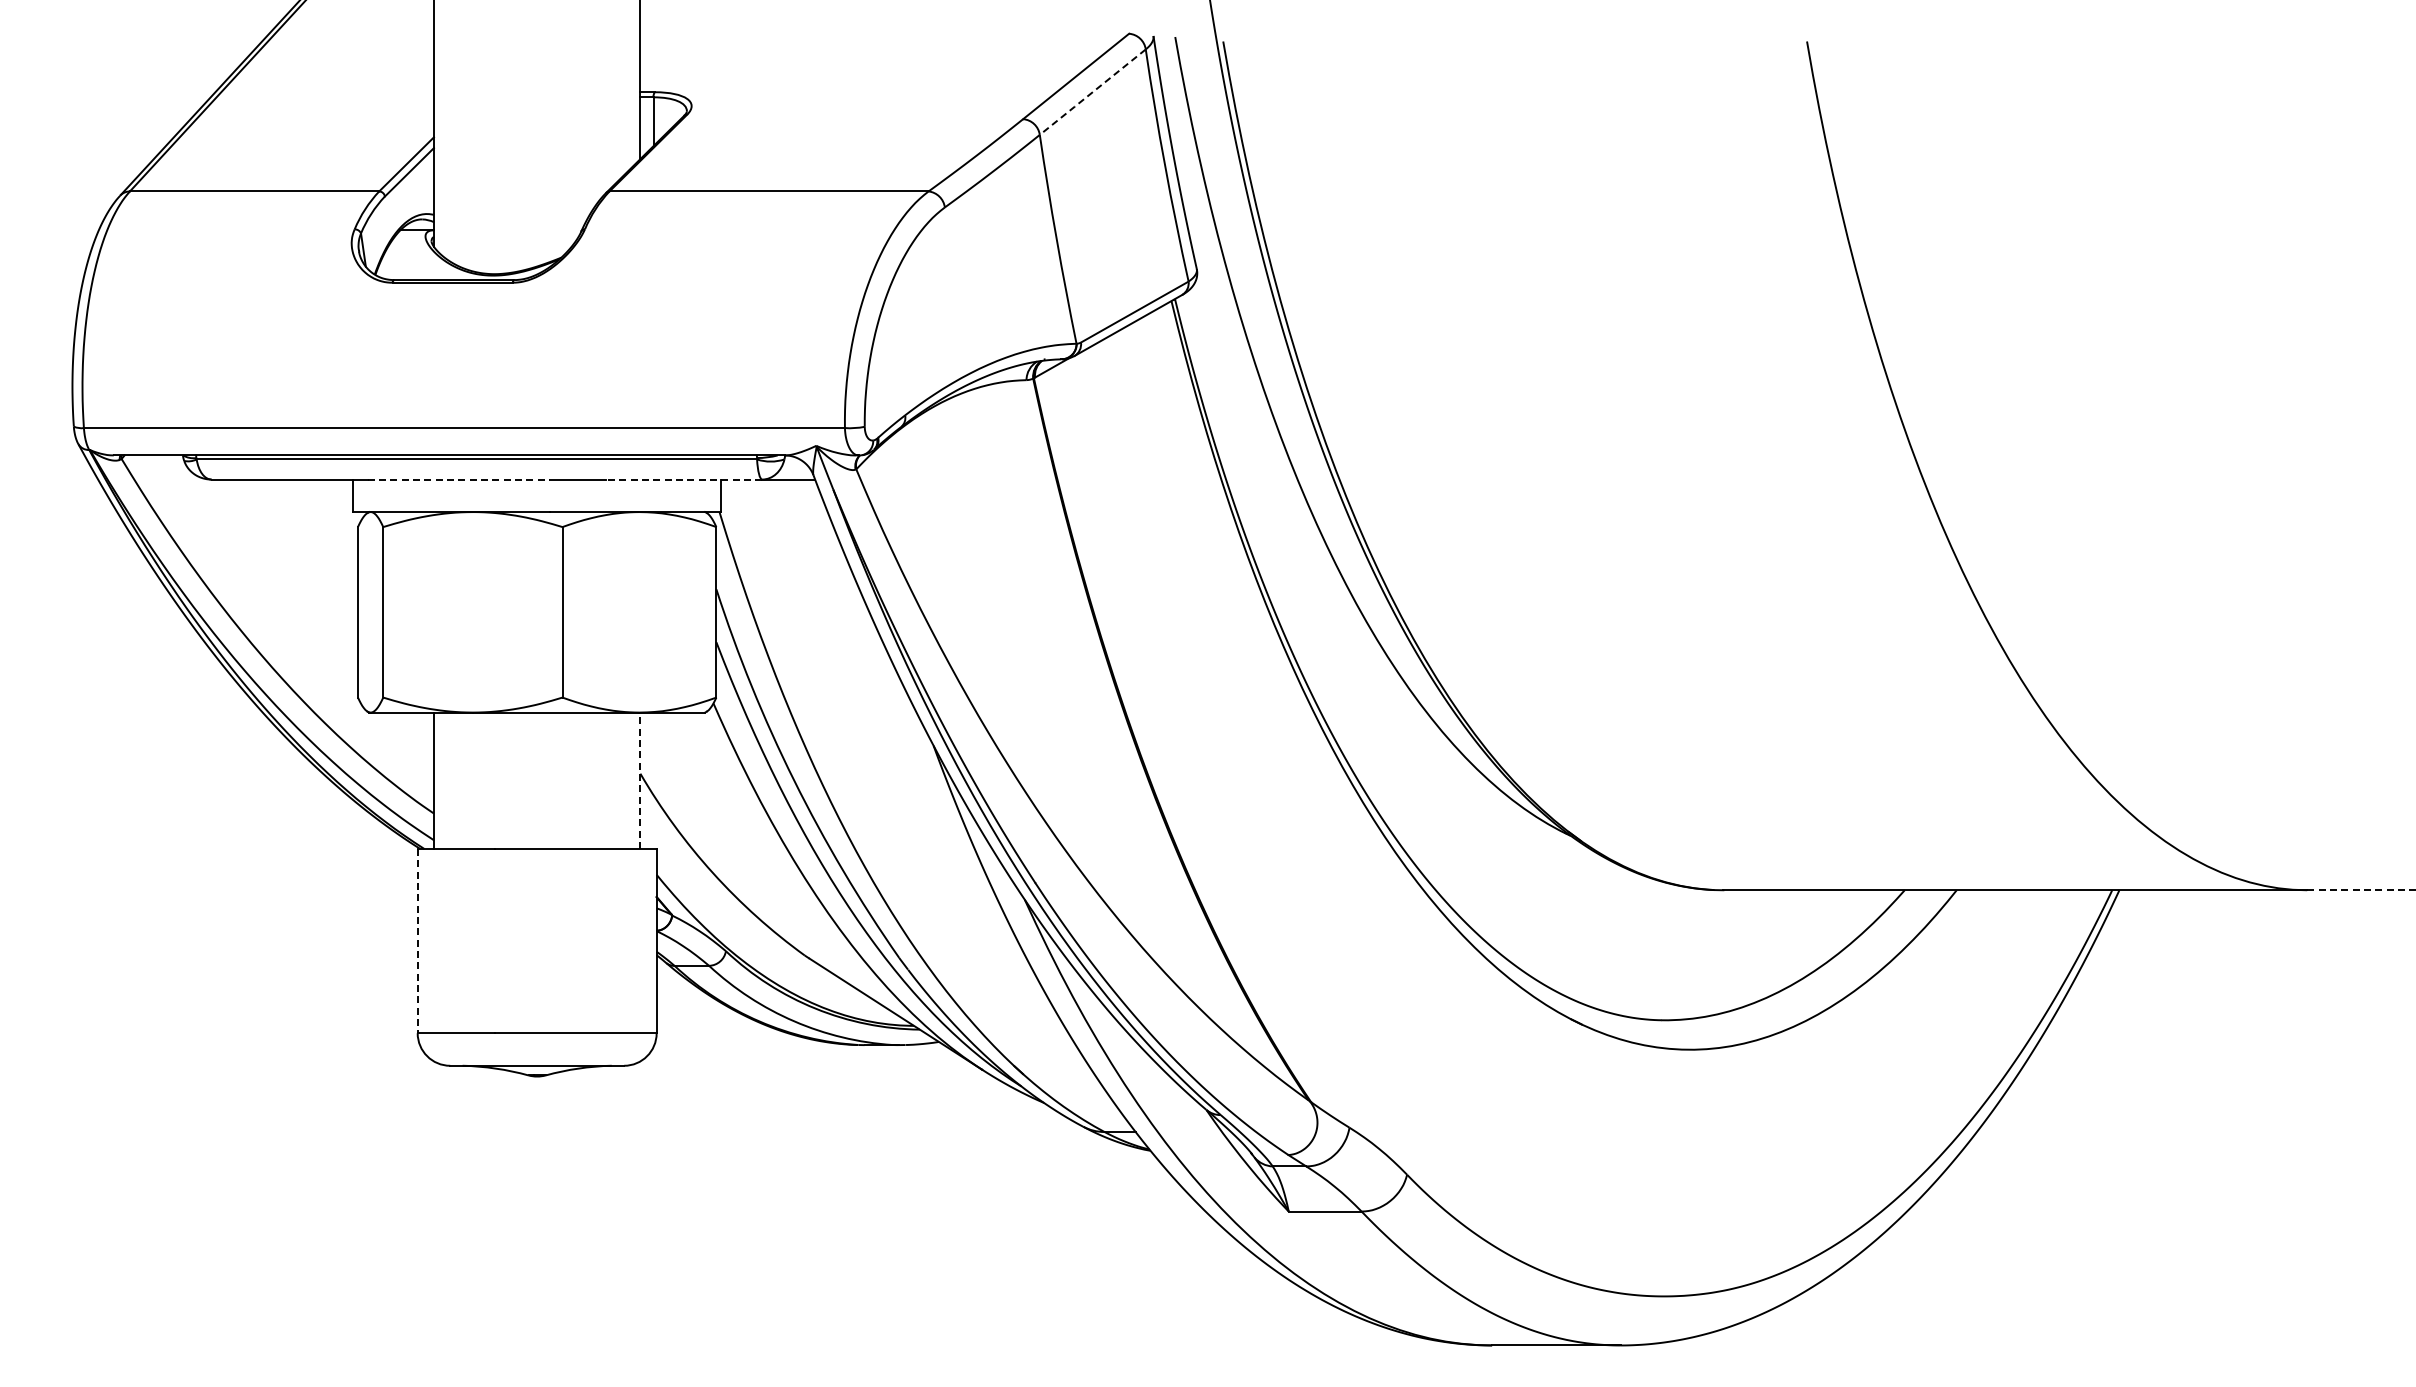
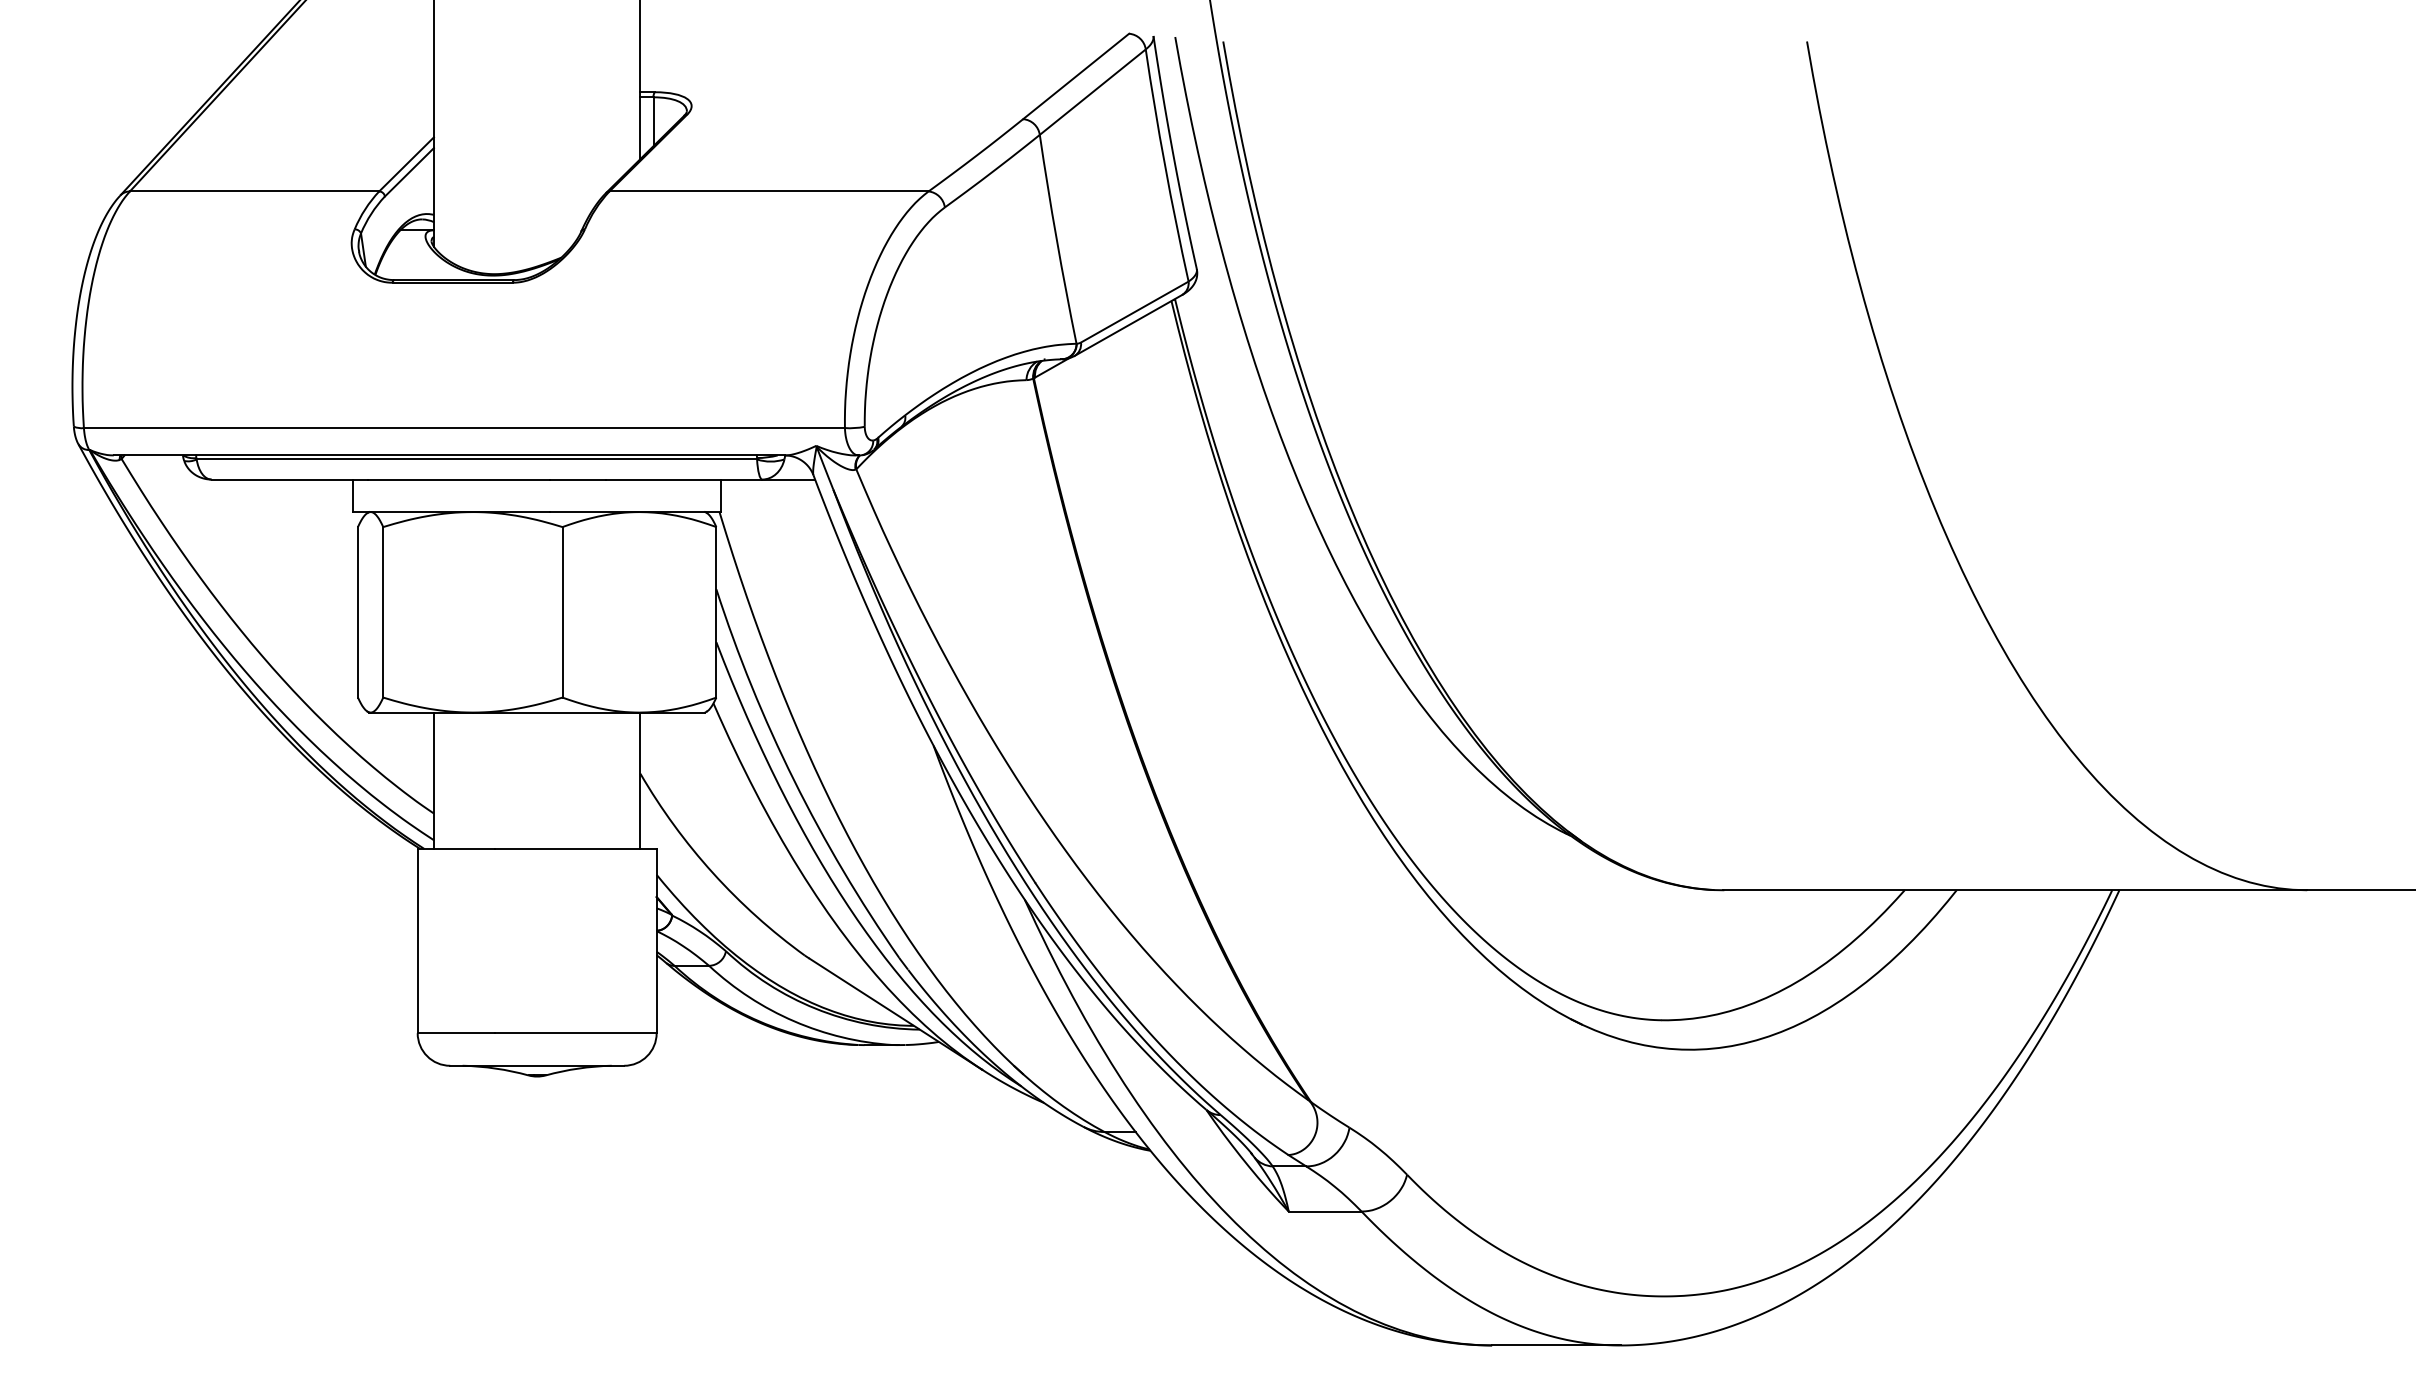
line at (1093, 91): dashed -> solid
line at (459, 479): dashed -> solid
line at (684, 479): dashed -> solid
line at (640, 780): dashed -> solid
line at (2361, 890): dashed -> solid
line at (417, 941): dashed -> solid
